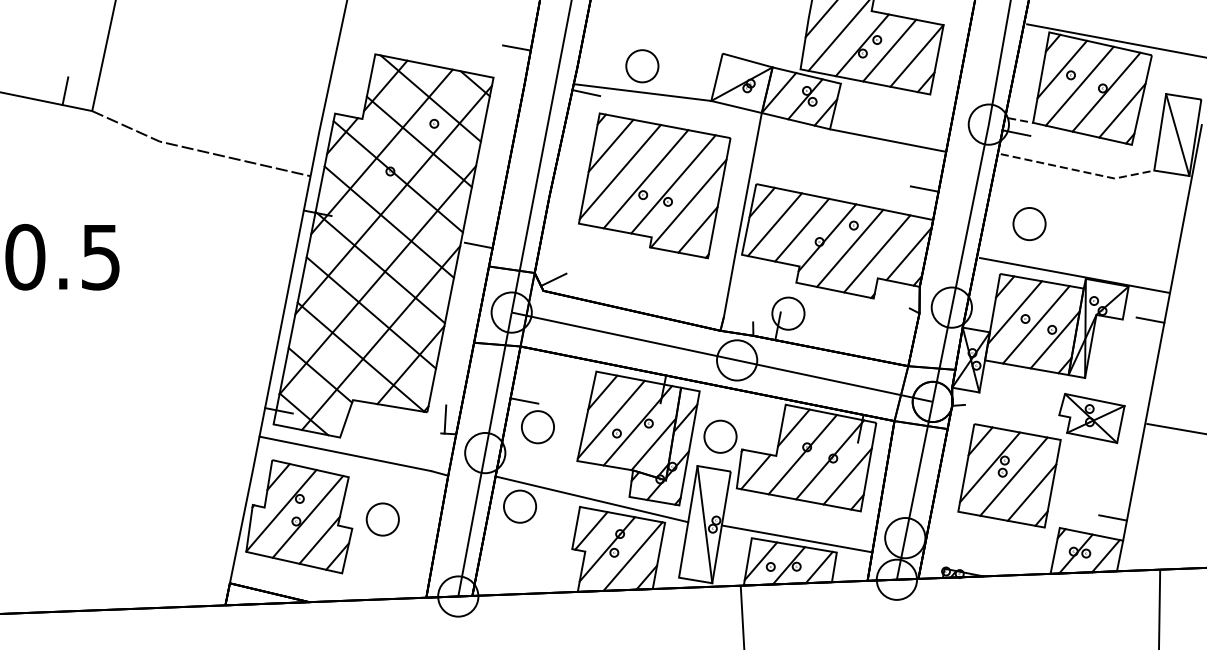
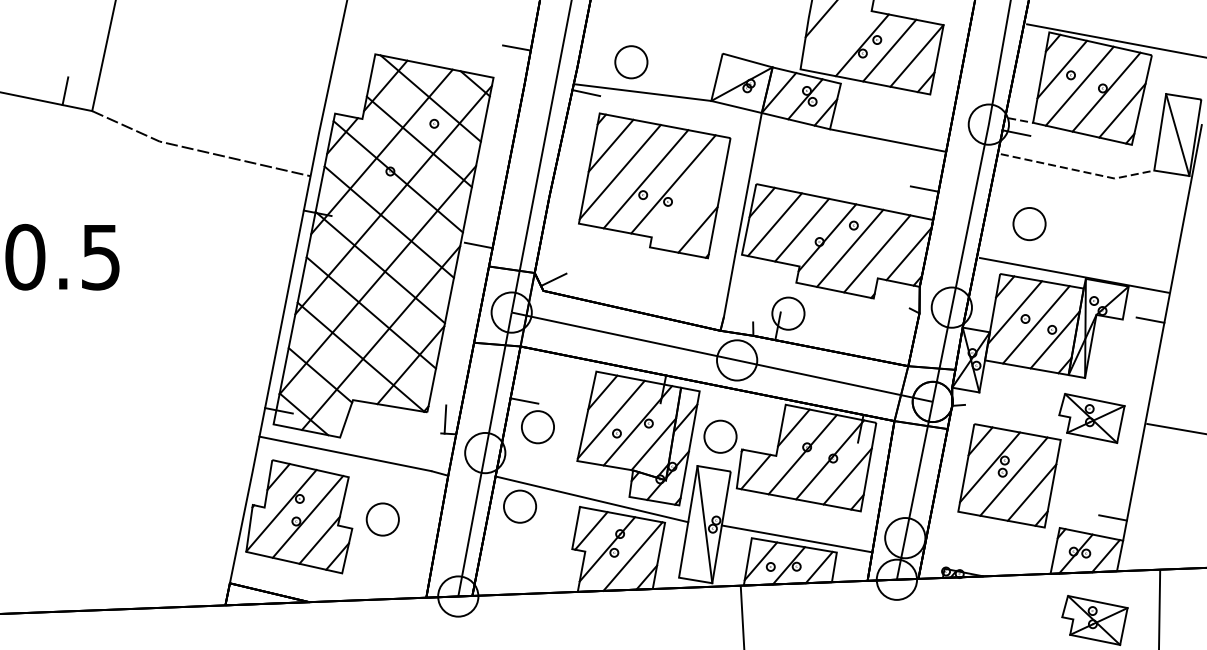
line at (837, 36): present -> none
part at (642, 66) position: (642, 66) -> (631, 62)
line at (688, 203): present -> none
part at (1094, 620): none -> present
